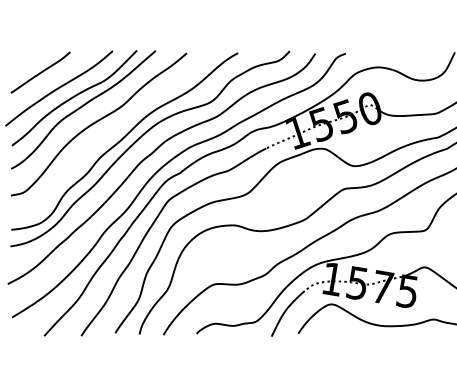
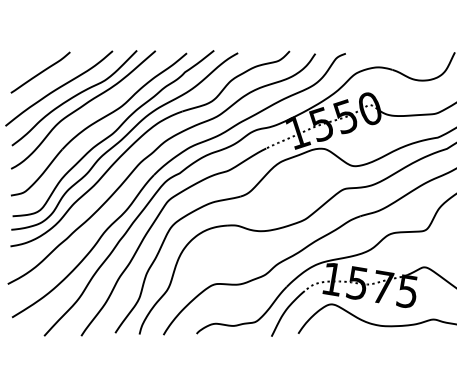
curve at (113, 133): none -> present
